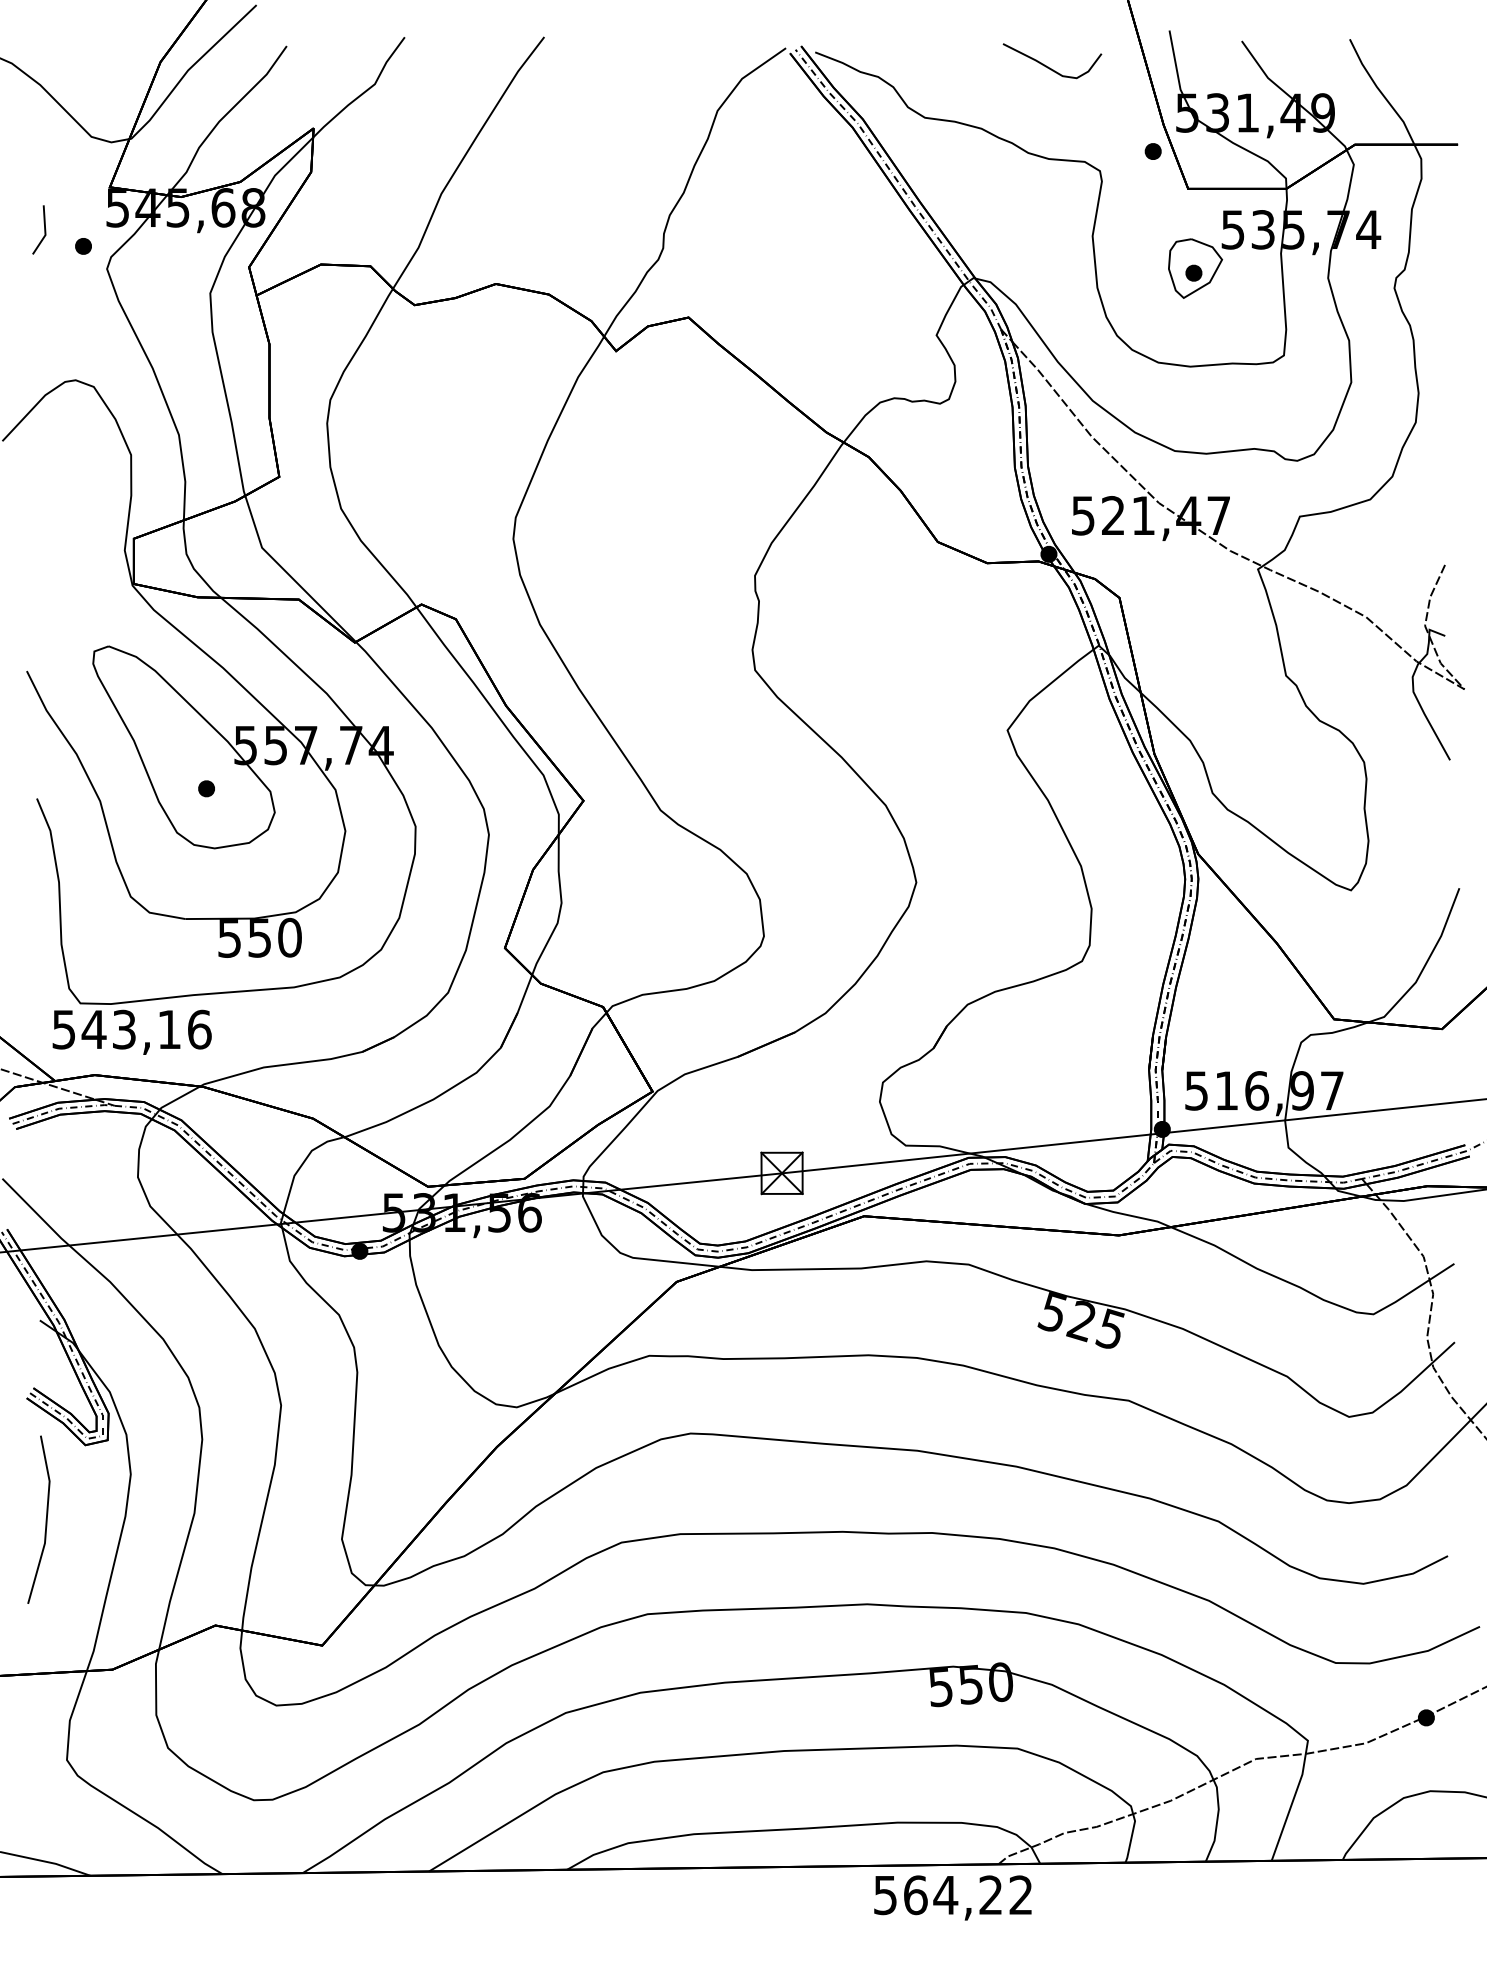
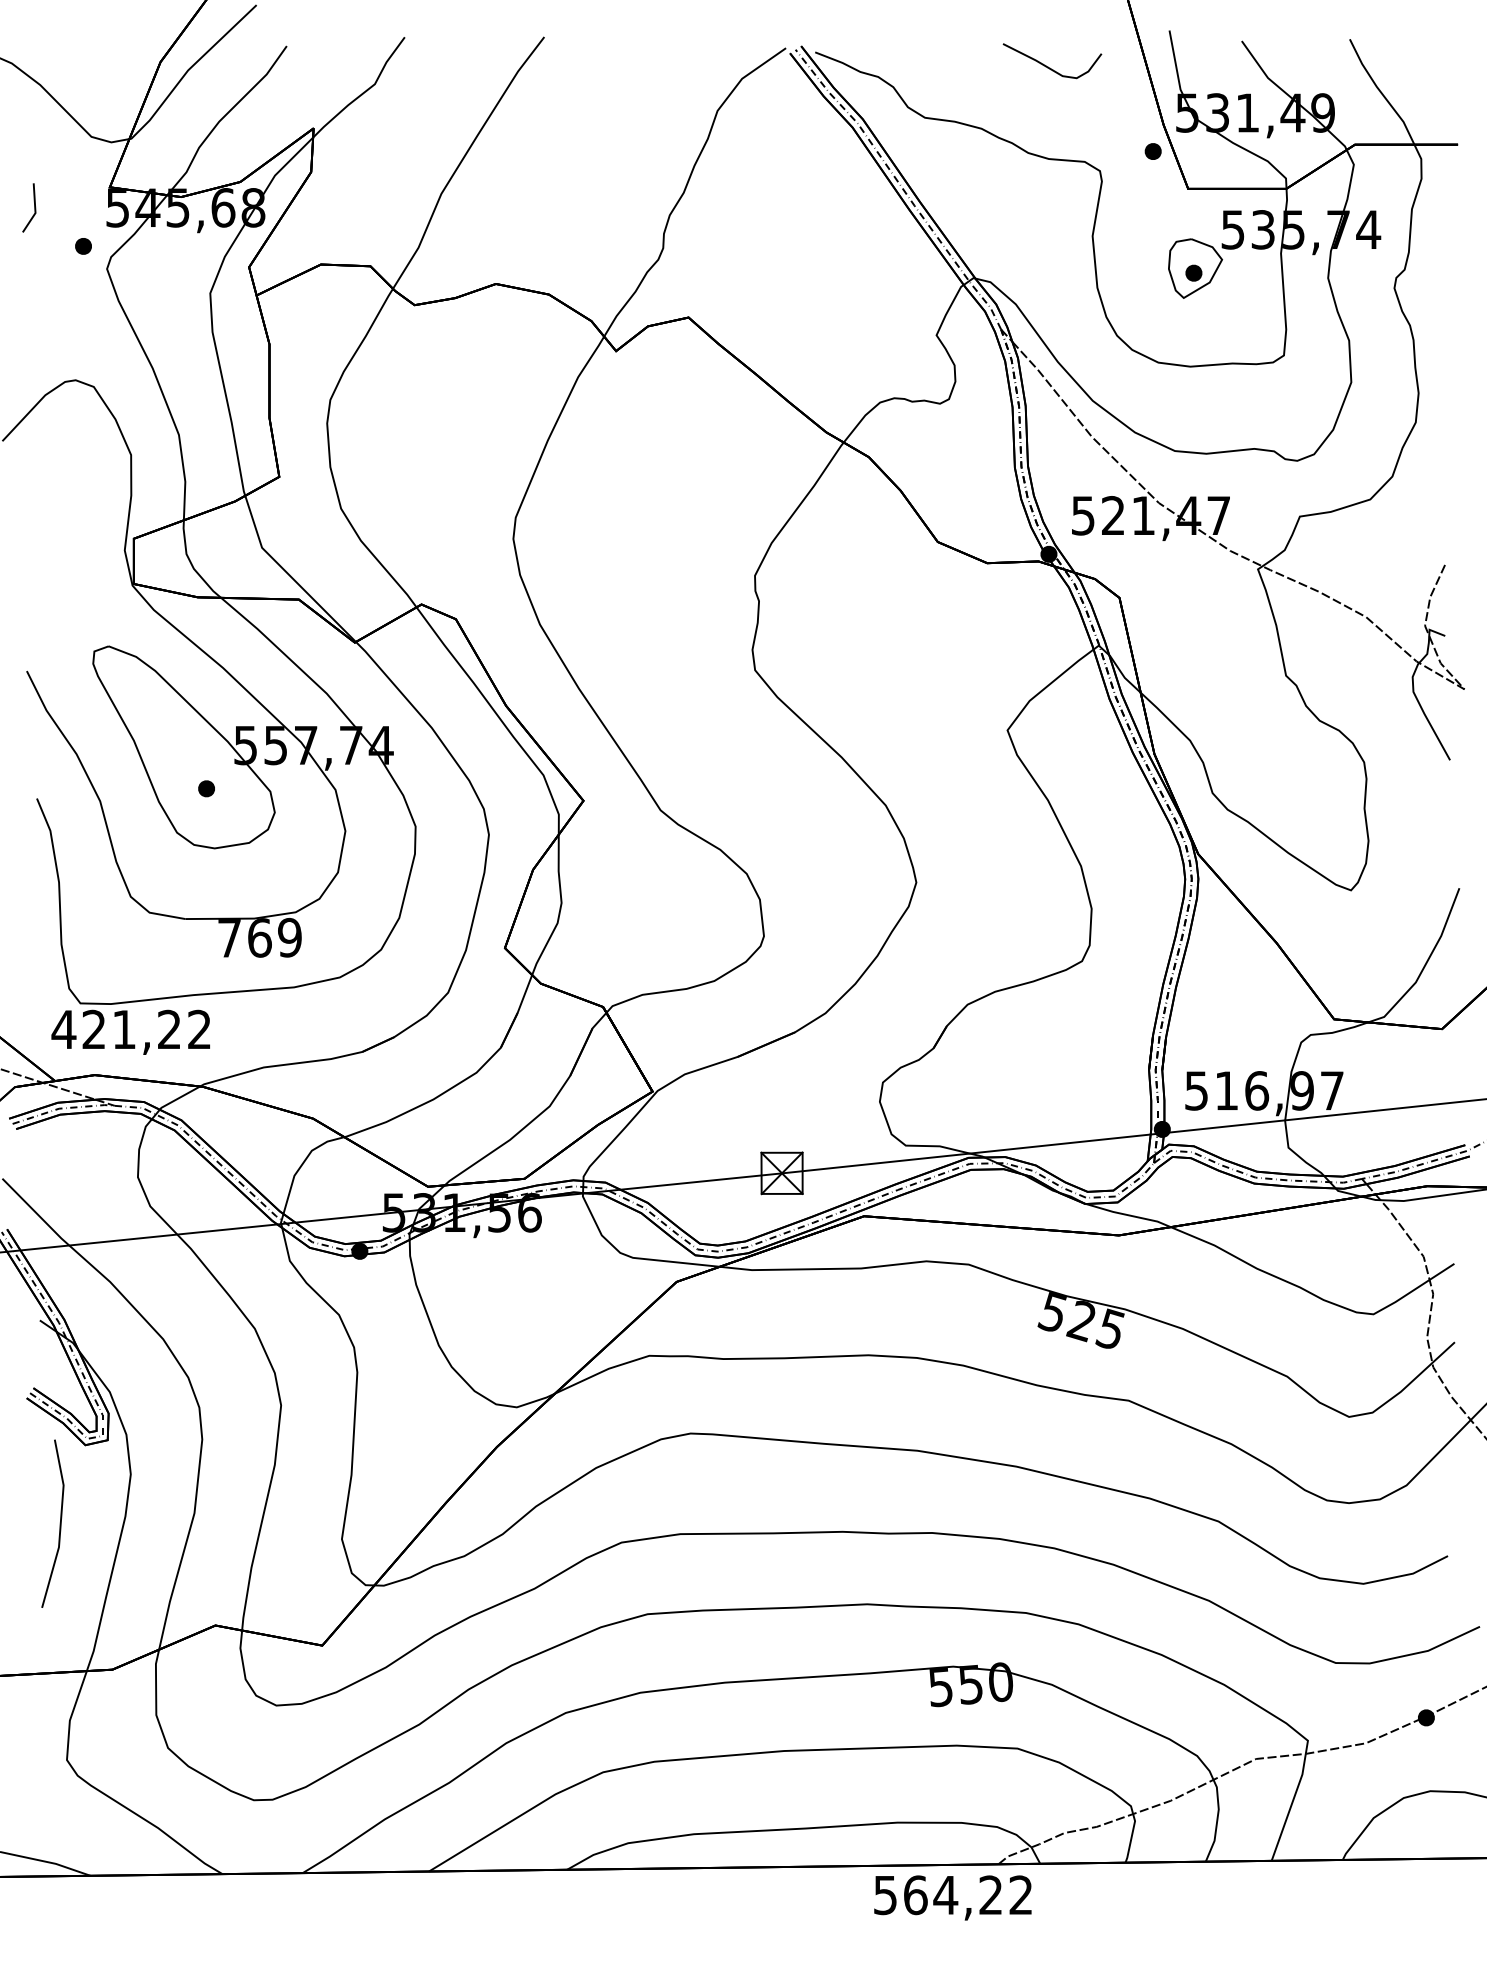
line at (44, 229) position: (44, 229) -> (34, 207)
text at (259, 937): 550 -> 769
text at (131, 1029): 543,16 -> 421,22
line at (45, 1519) position: (45, 1519) -> (59, 1523)
